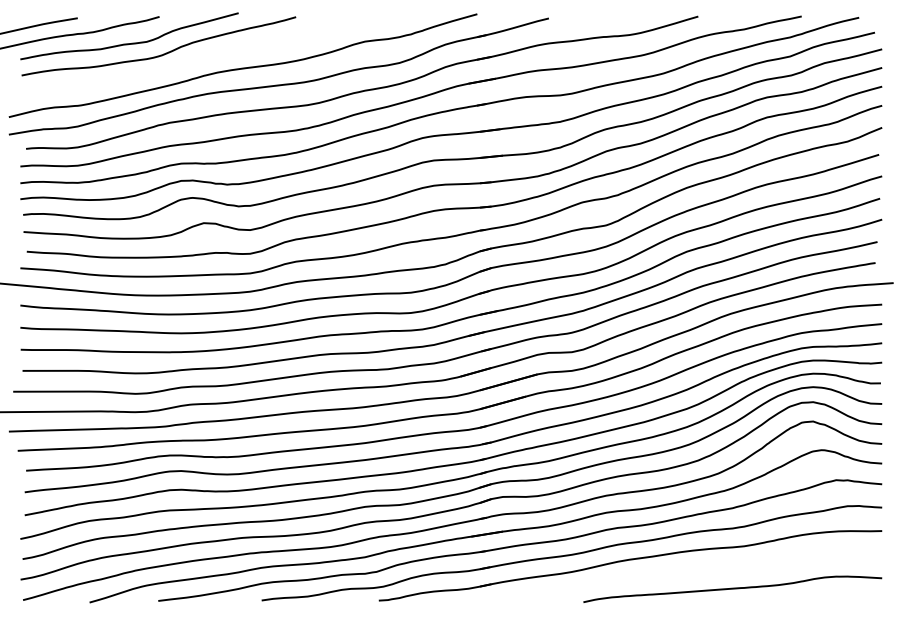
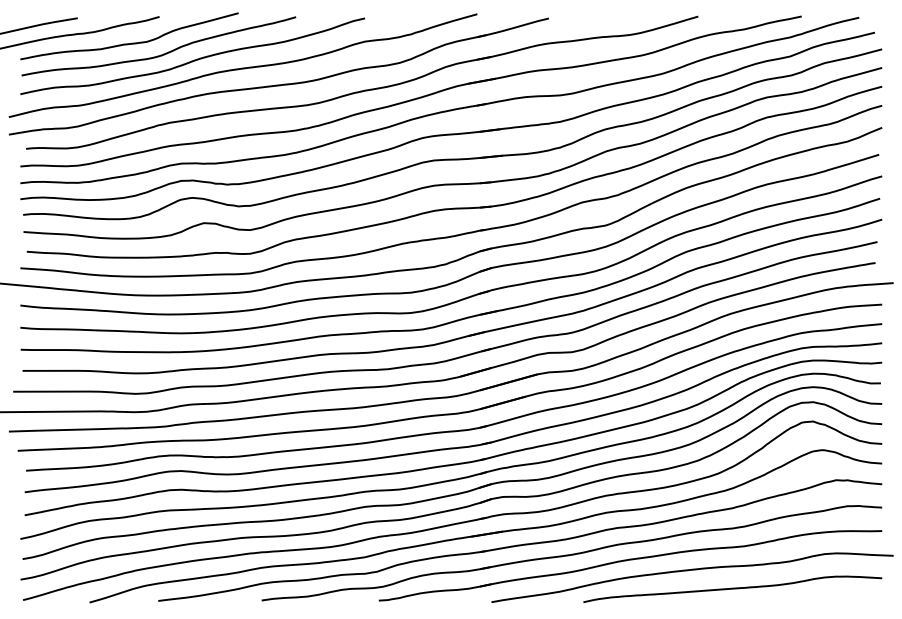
curve at (194, 59): none -> present
curve at (692, 570): none -> present
